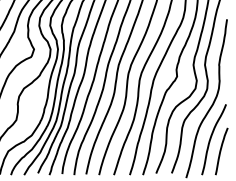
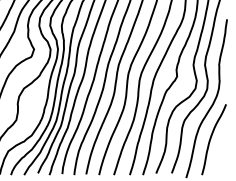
curve at (221, 151): present -> none
